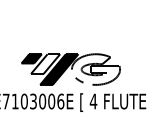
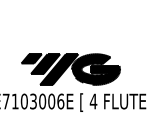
fill at (45, 63): none -> present
fill at (95, 69): none -> present
